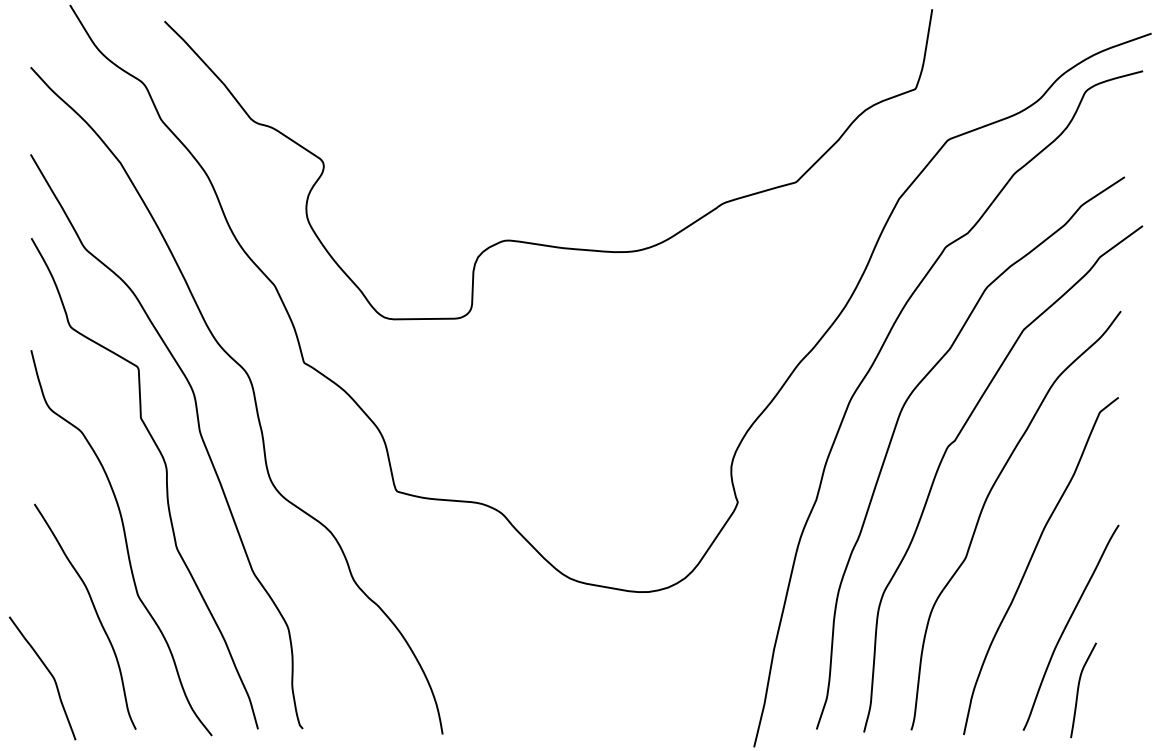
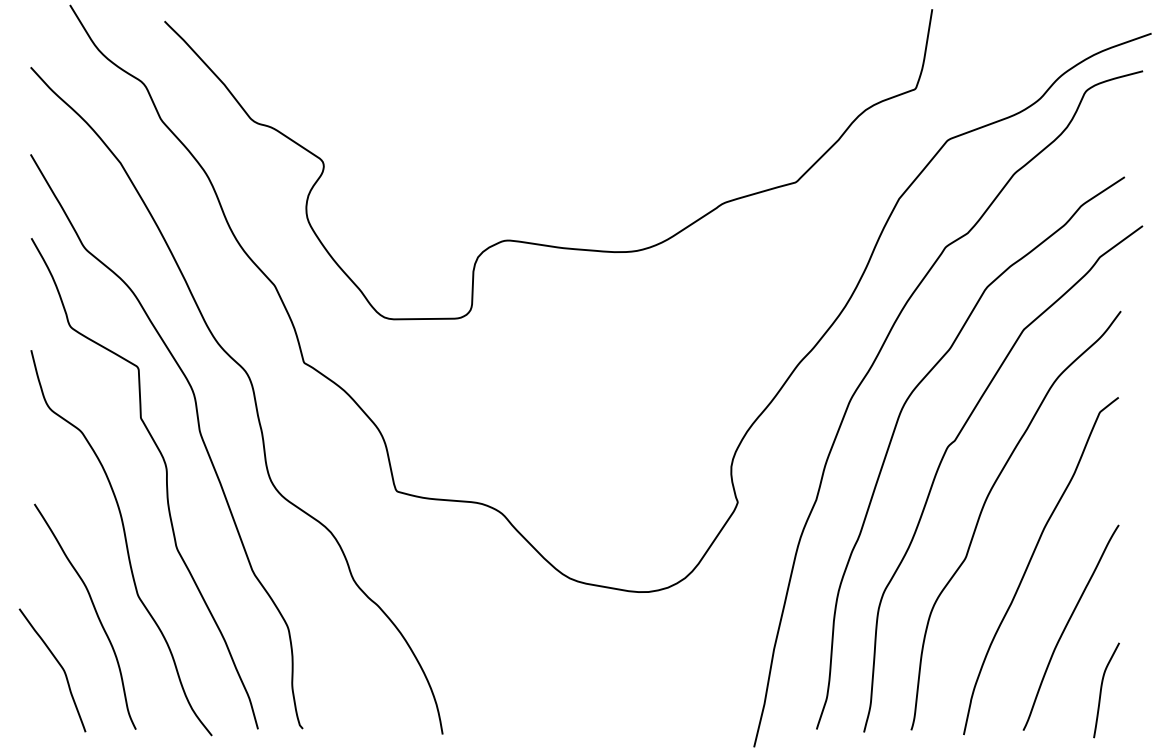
curve at (48, 672) position: (48, 672) -> (58, 664)
curve at (1079, 688) position: (1079, 688) -> (1102, 688)
